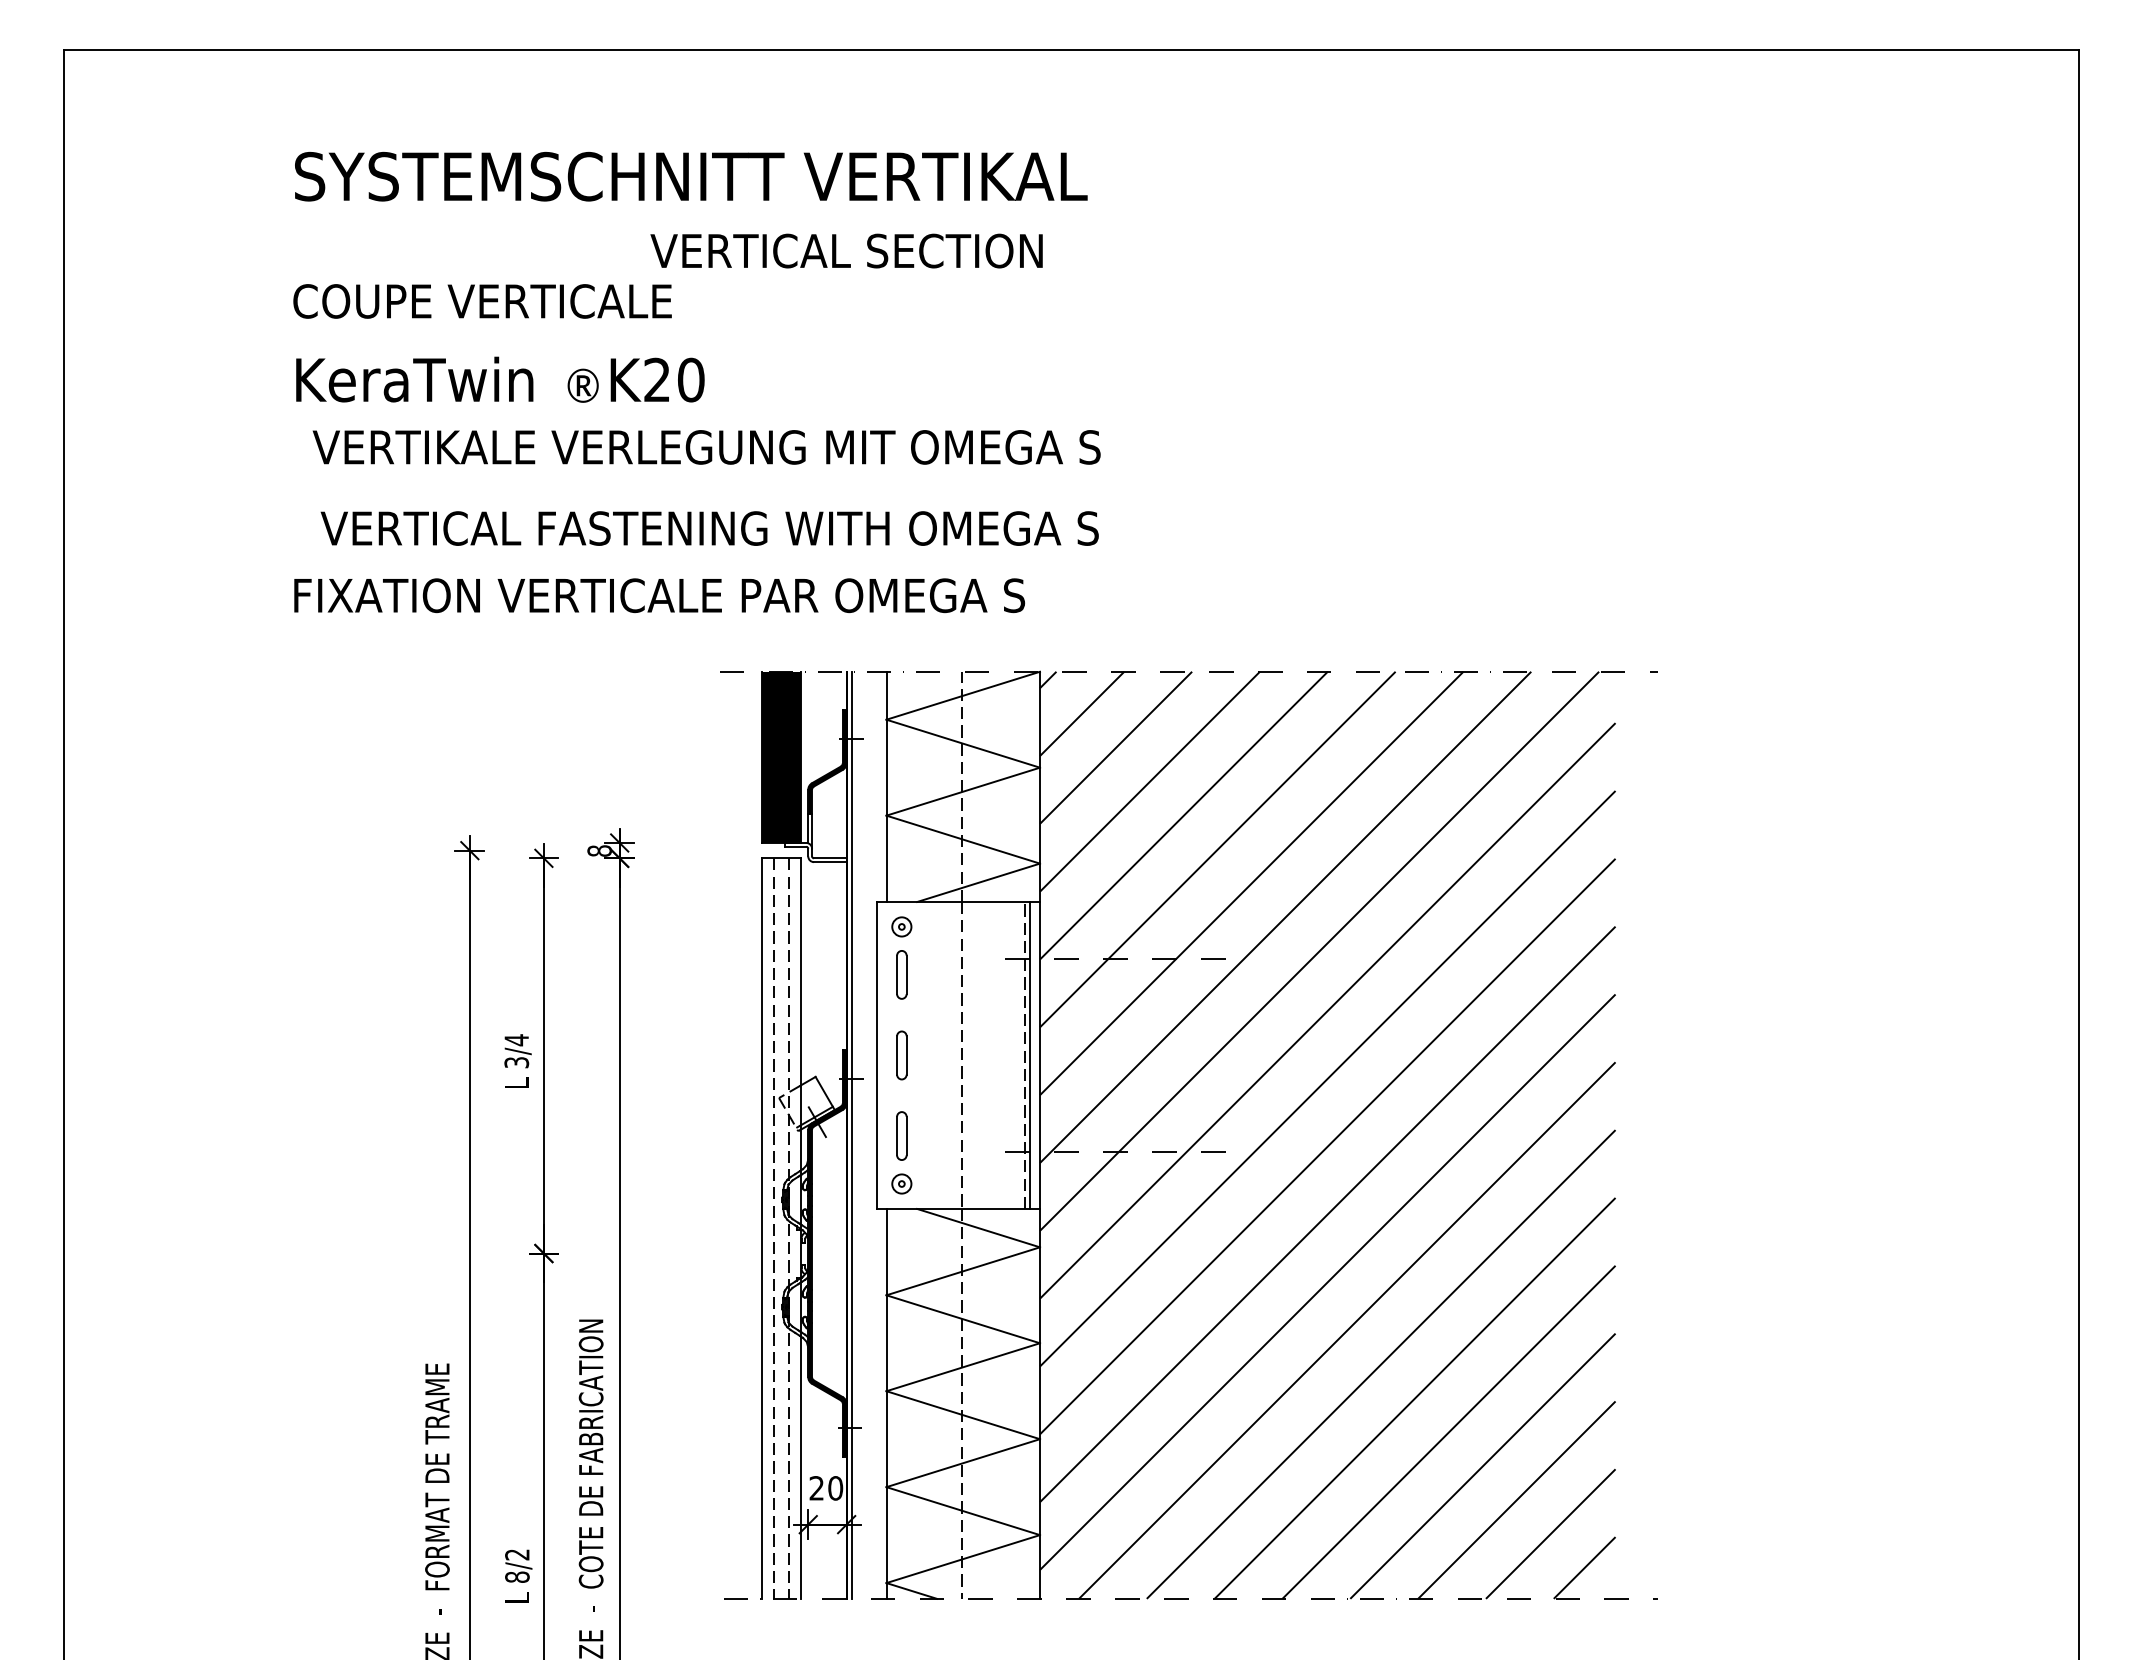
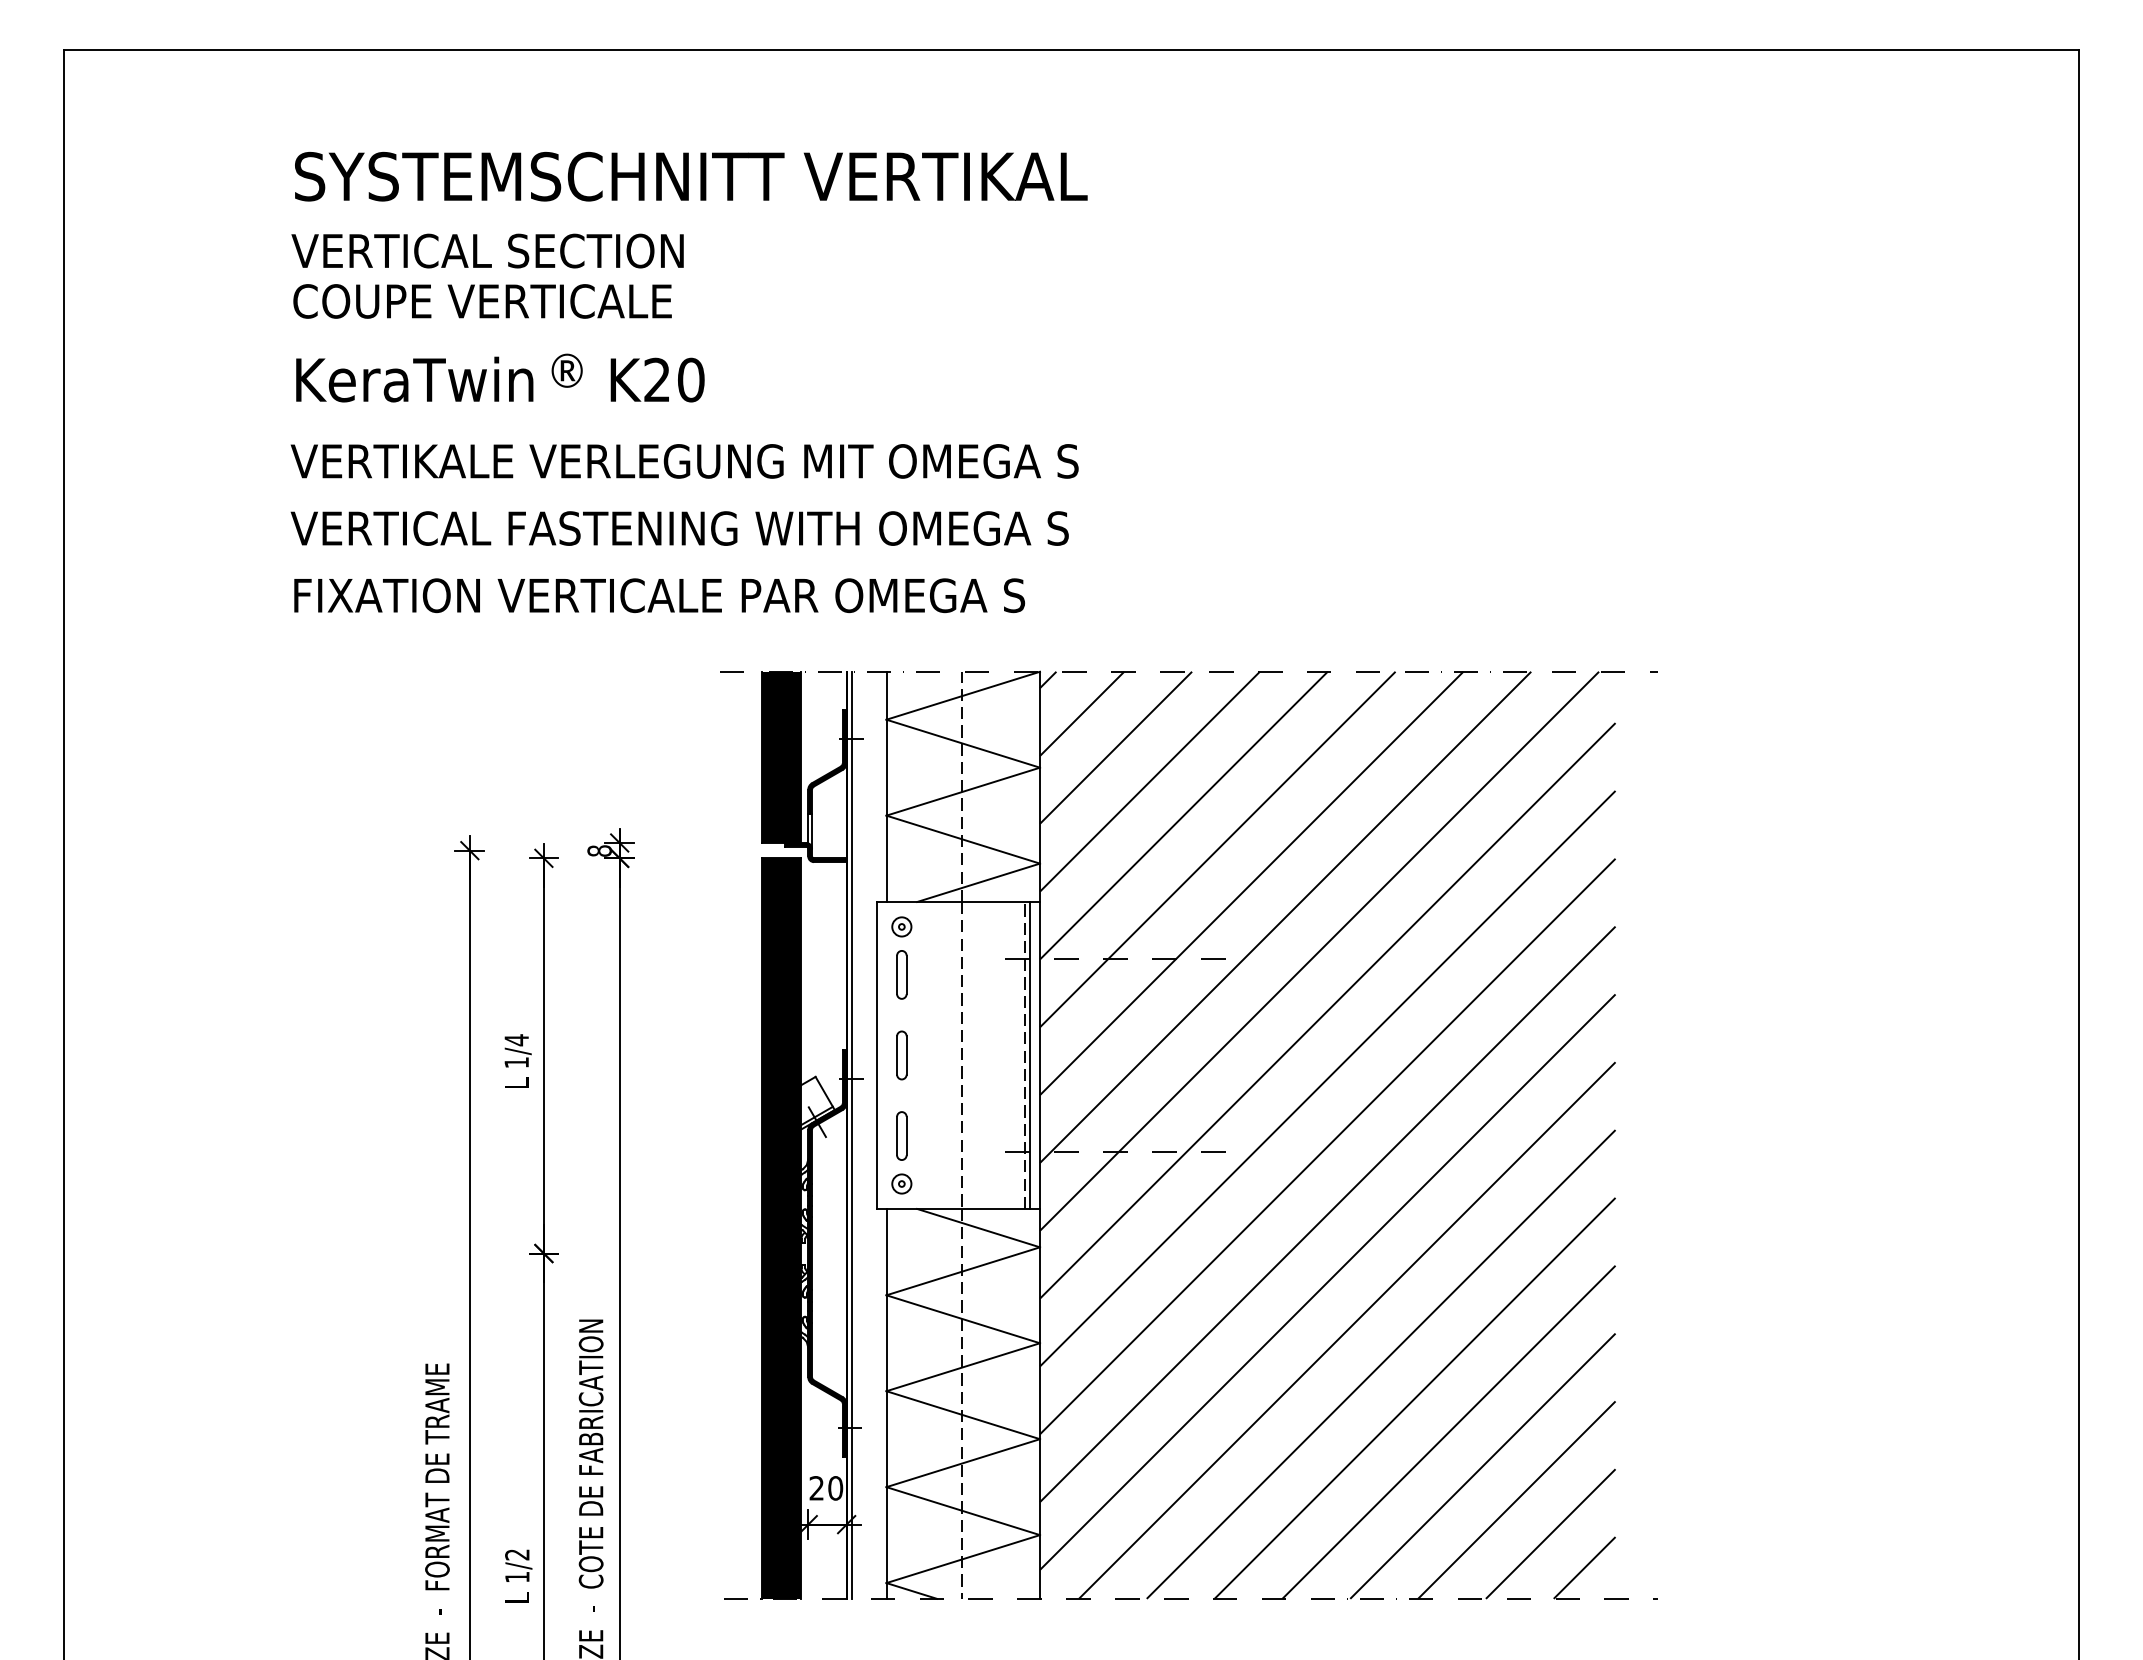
text at (846, 250) position: (846, 250) -> (487, 250)
text at (582, 385) position: (582, 385) -> (566, 370)
text at (706, 447) position: (706, 447) -> (684, 461)
text at (709, 528) position: (709, 528) -> (679, 528)
fill at (815, 852): none -> present
text at (516, 1062): 3/4 -> 1/4
fill at (781, 1228): none -> present
text at (517, 1576): 8/2 -> 1/2
